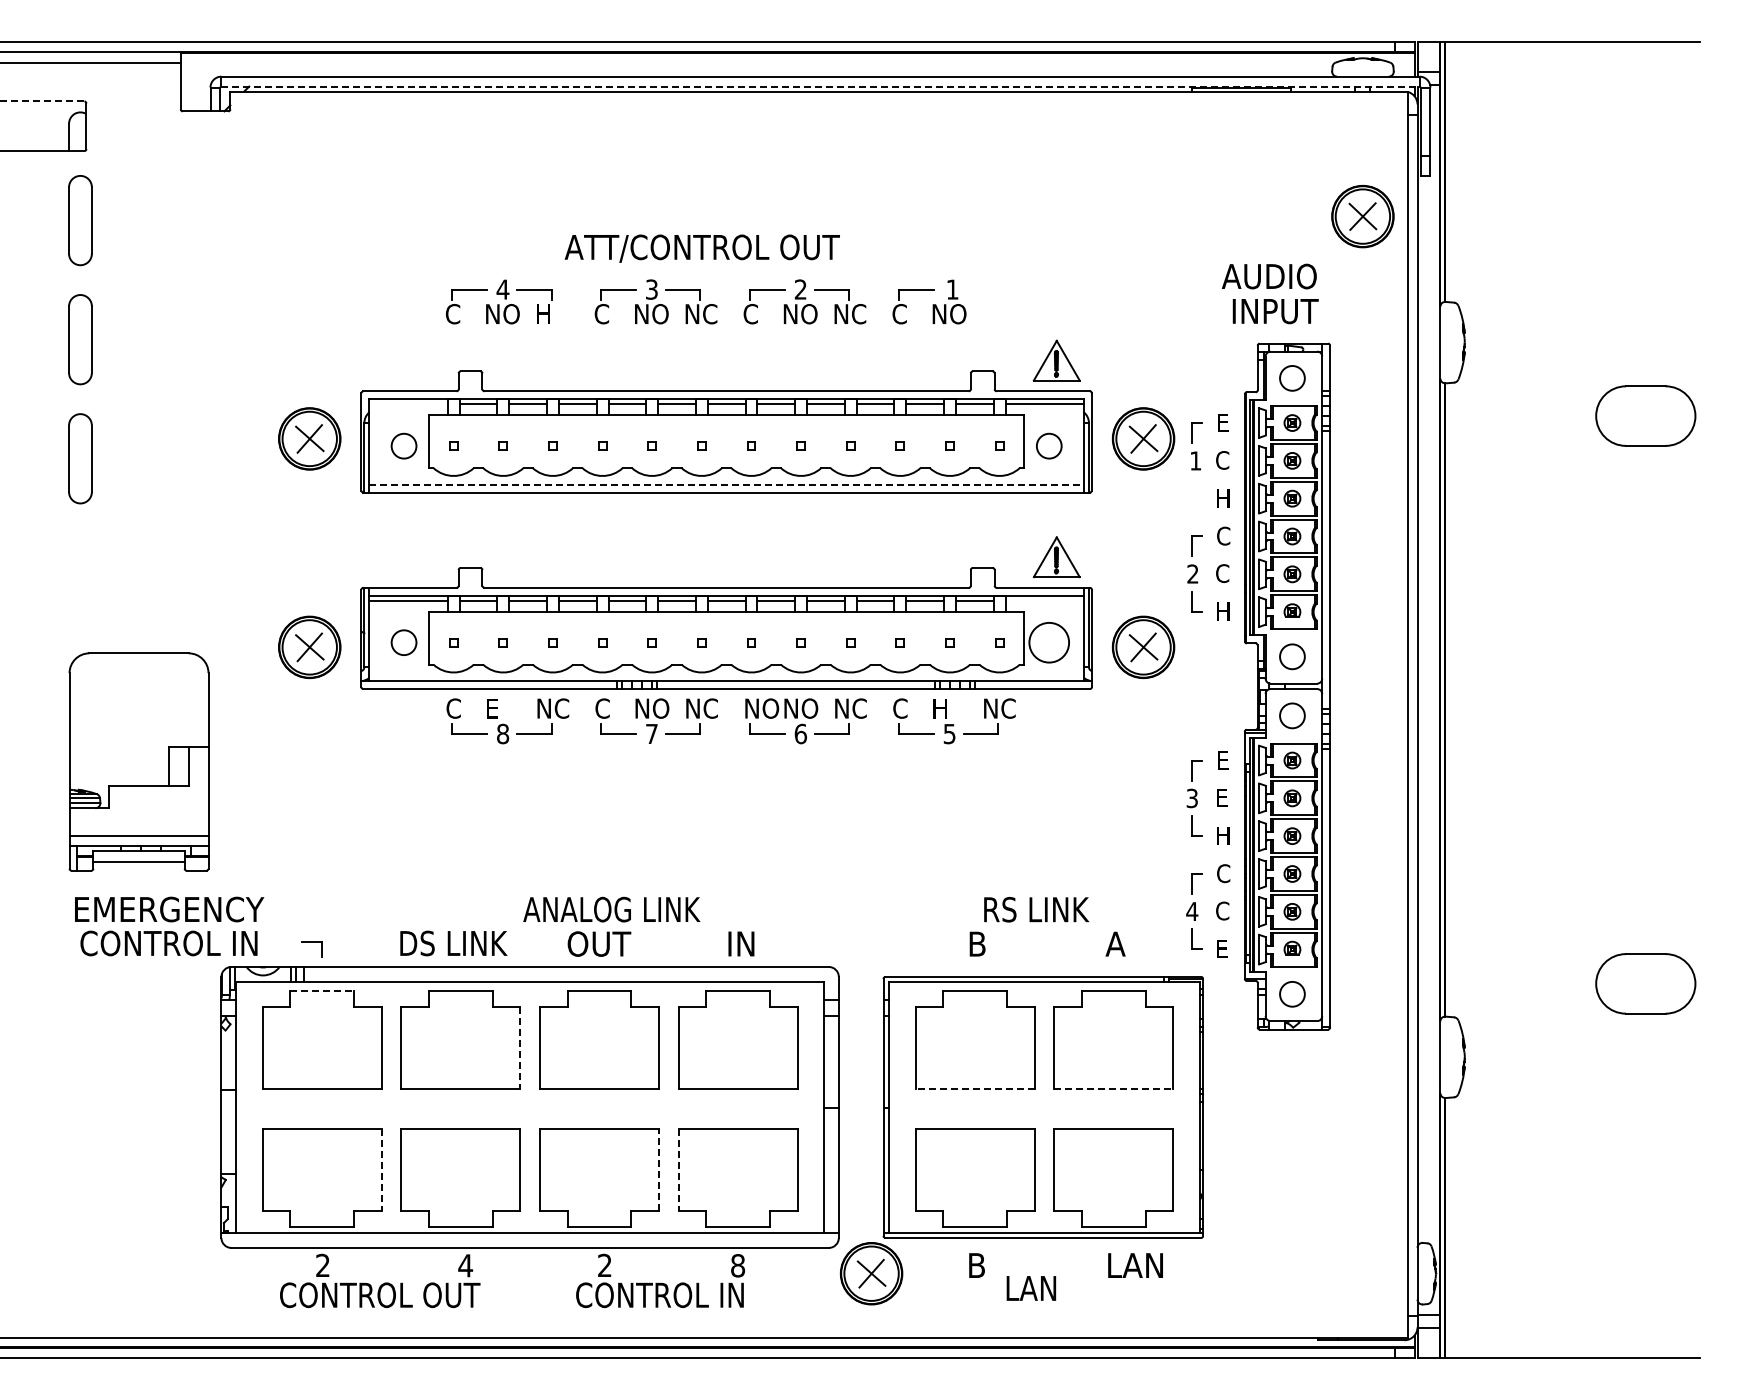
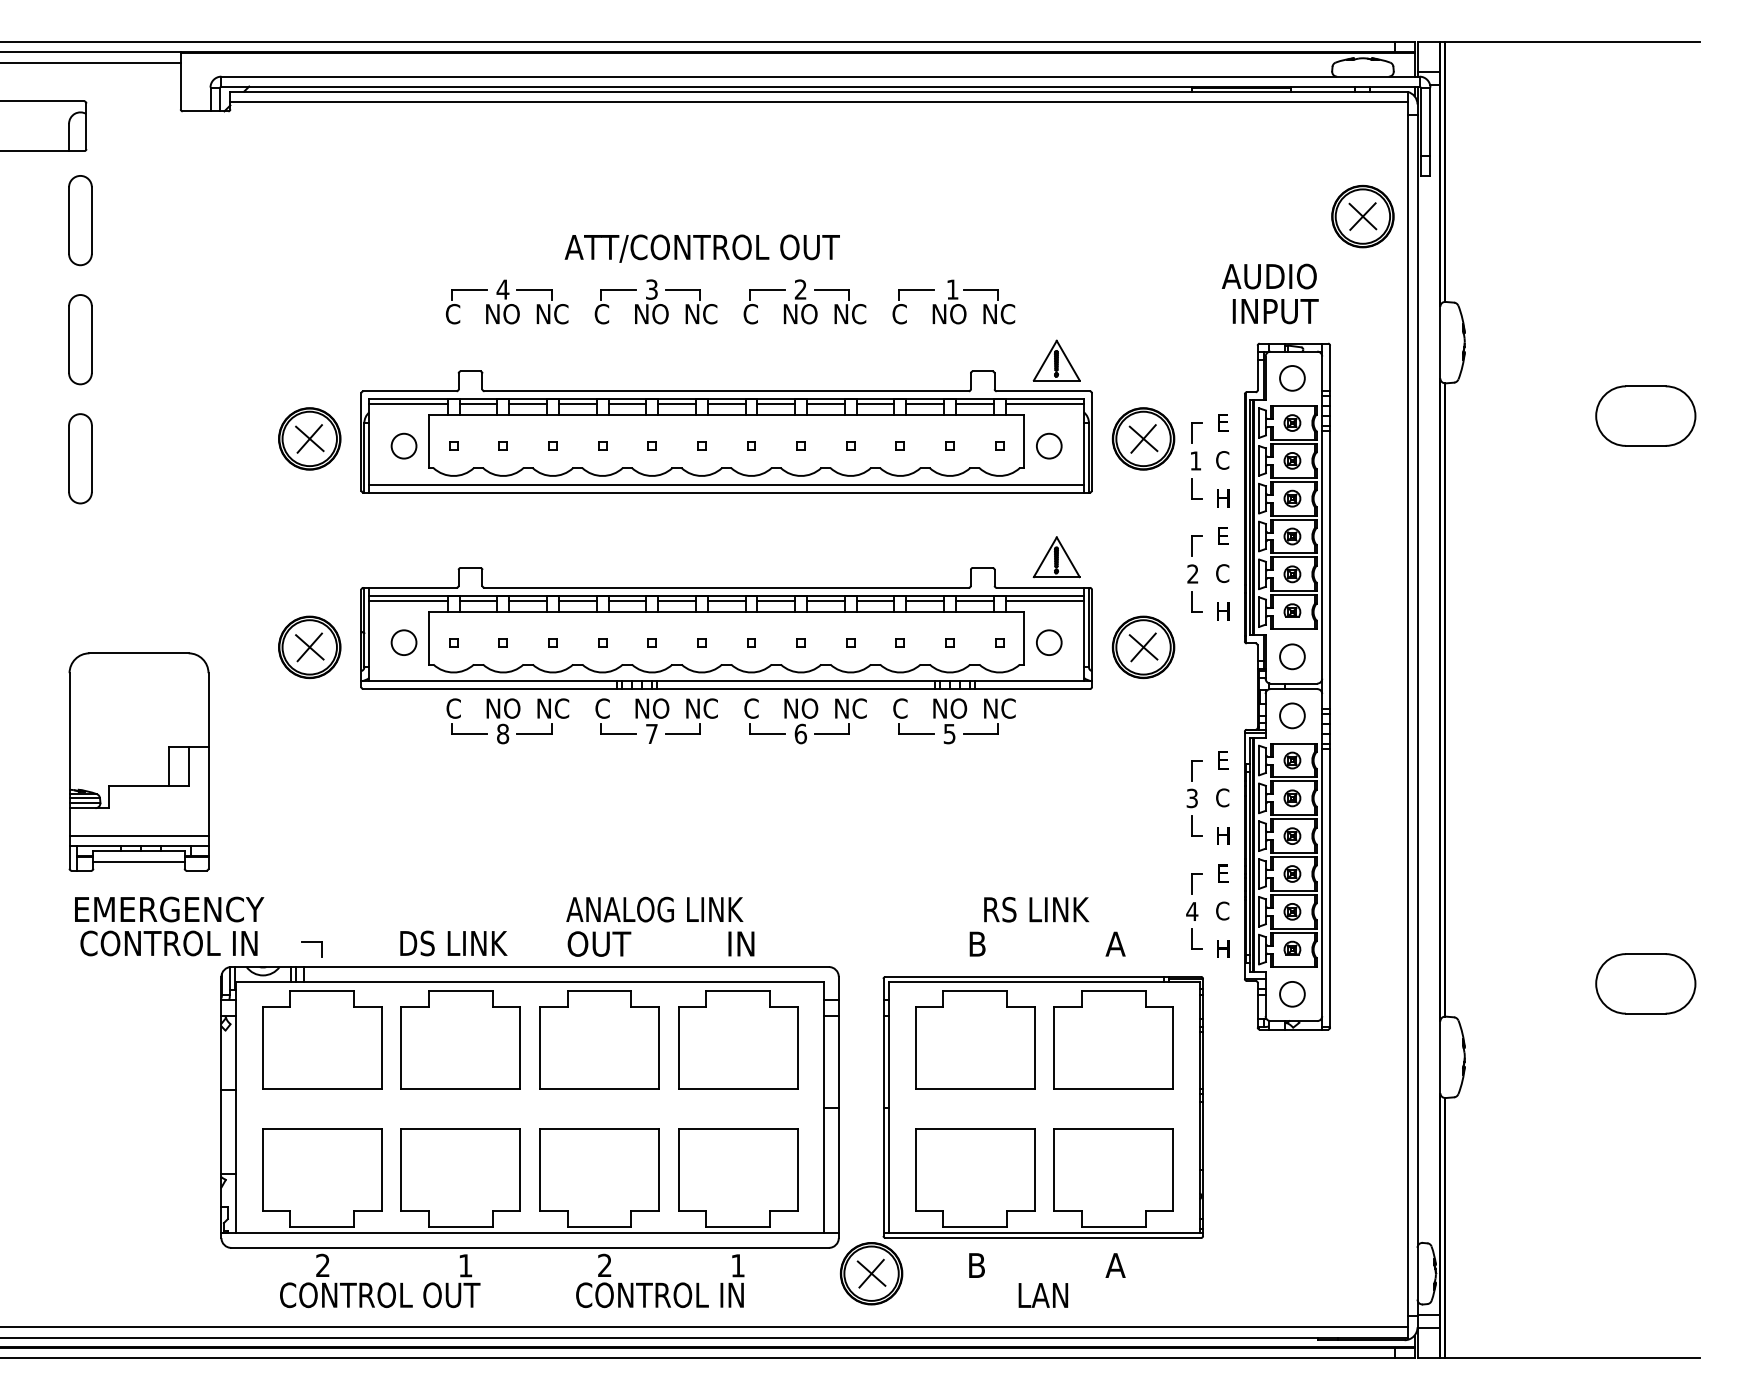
line at (820, 86): dashed -> solid
line at (42, 101): dashed -> solid
line at (818, 102): none -> present
part at (989, 306): none -> present
text at (552, 314): H -> NC
line at (408, 404): none -> present
line at (727, 484): dashed -> solid
part at (1196, 488): none -> present
text at (1223, 535): C -> E
line at (1044, 600): none -> present
circle at (1049, 642) diameter: 40 px -> 25 px
text at (503, 708): E -> NO
text at (761, 708): NO -> C
text at (950, 708): H -> NO
text at (1222, 797): E -> C
text at (1223, 873): C -> E
text at (611, 909) position: (611, 909) -> (654, 909)
text at (1224, 948): E -> H
line at (322, 991): dashed -> solid
line at (520, 1048): dashed -> solid
line at (975, 1089): dashed -> solid
line at (1113, 1089): dashed -> solid
line at (658, 1169): dashed -> solid
line at (381, 1170): dashed -> solid
line at (678, 1170): dashed -> solid
text at (465, 1265): 4 -> 1
text at (738, 1265): 8 -> 1
text at (1133, 1265): LAN -> A
text at (1031, 1288) position: (1031, 1288) -> (1043, 1295)
line at (704, 1327): none -> present
